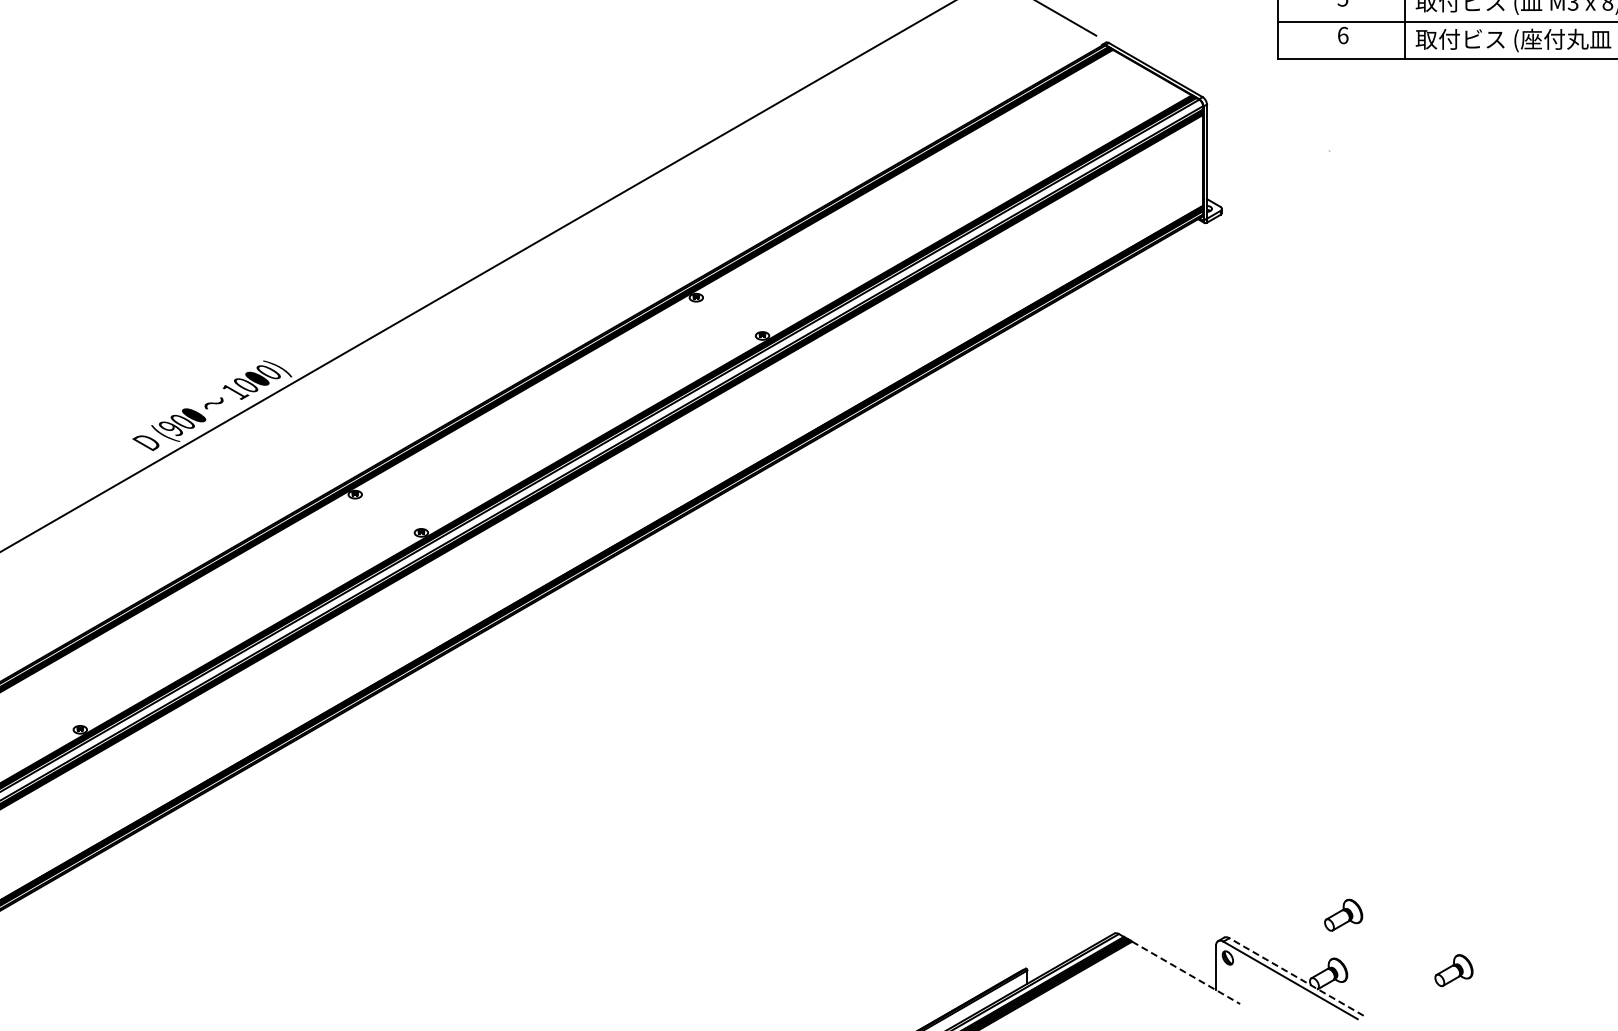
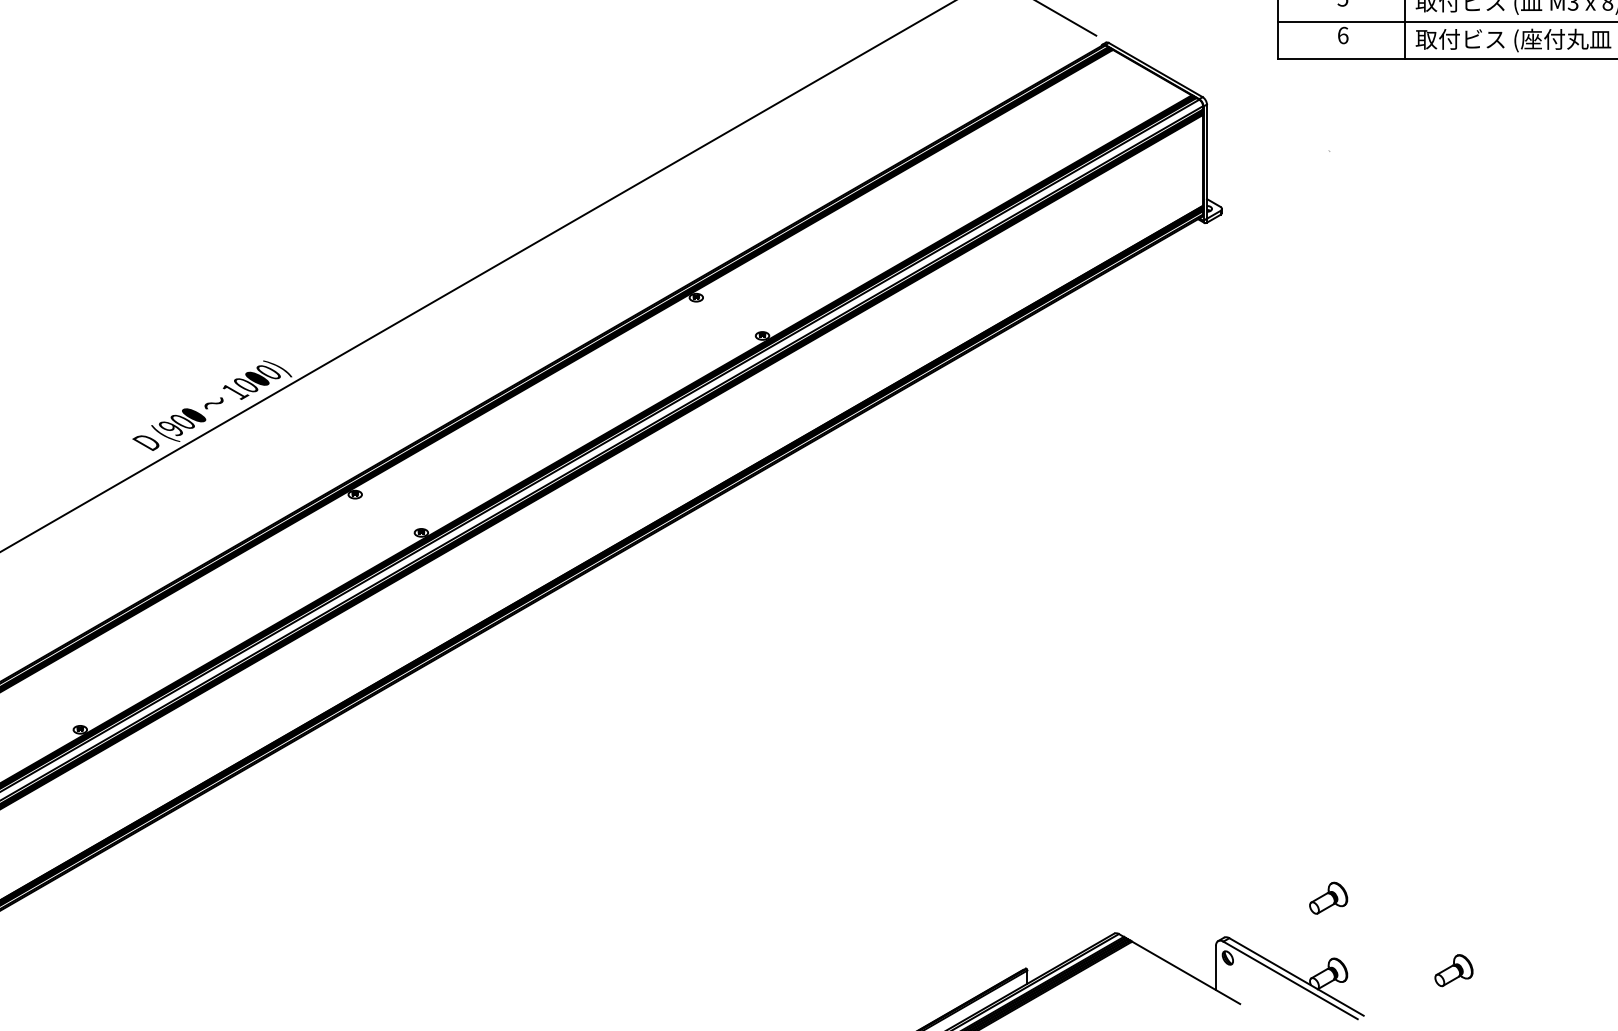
part at (1343, 914) position: (1343, 914) -> (1328, 897)
line at (1186, 973): dashed -> solid
line at (1296, 976): dashed -> solid
